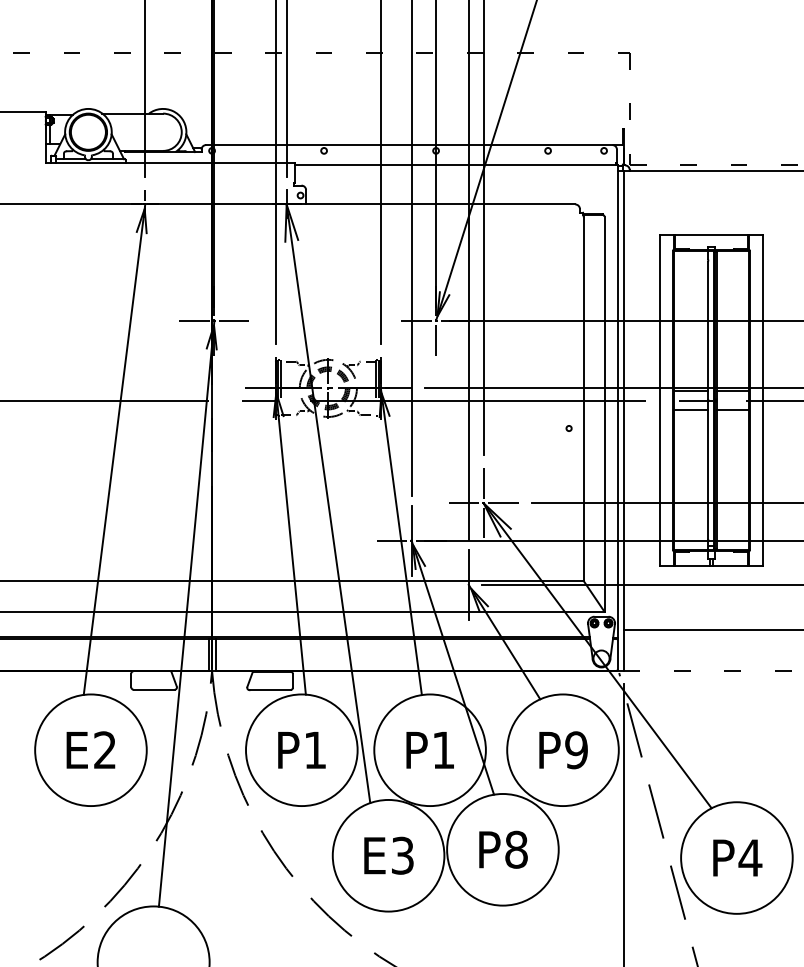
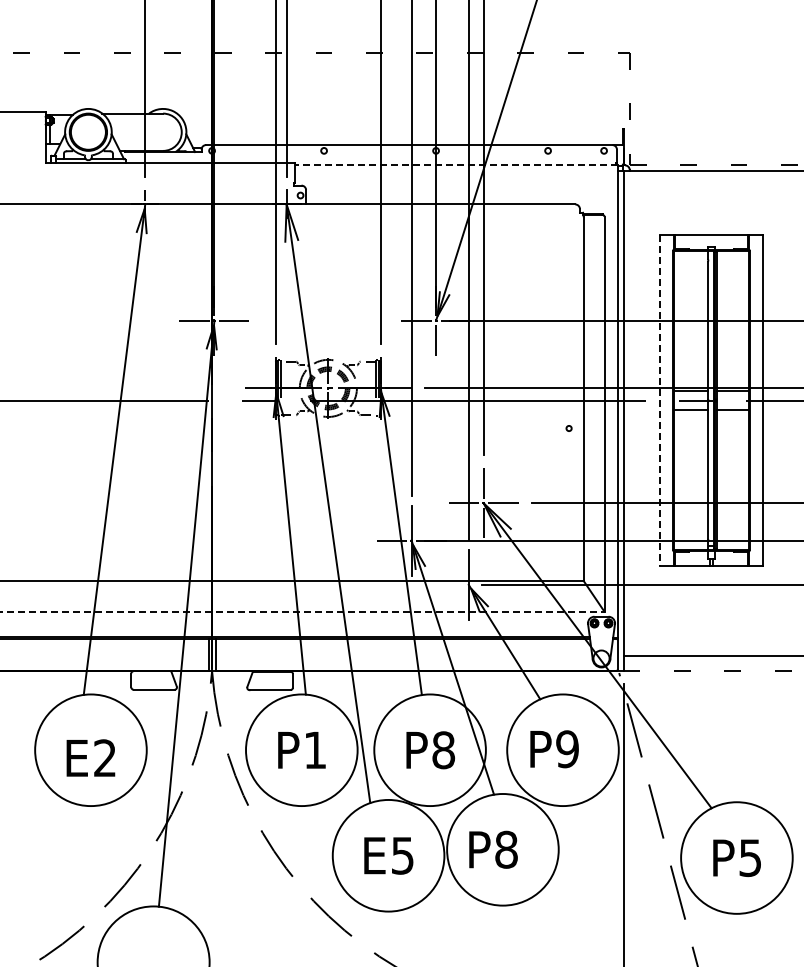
line at (456, 165): solid -> dashed
line at (660, 400): solid -> dashed
line at (302, 611): solid -> dashed
line at (711, 630) position: (711, 630) -> (711, 656)
text at (90, 749) position: (90, 749) -> (90, 757)
text at (443, 750): P1 -> P8
text at (563, 750) position: (563, 750) -> (554, 749)
text at (503, 849) position: (503, 849) -> (493, 849)
text at (402, 855): E3 -> E5
text at (750, 858): P4 -> P5
